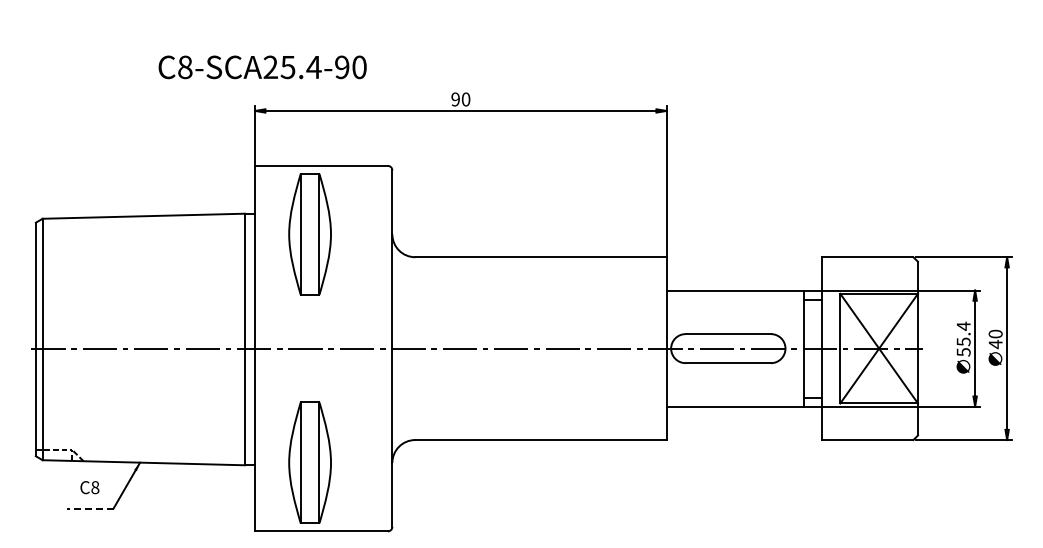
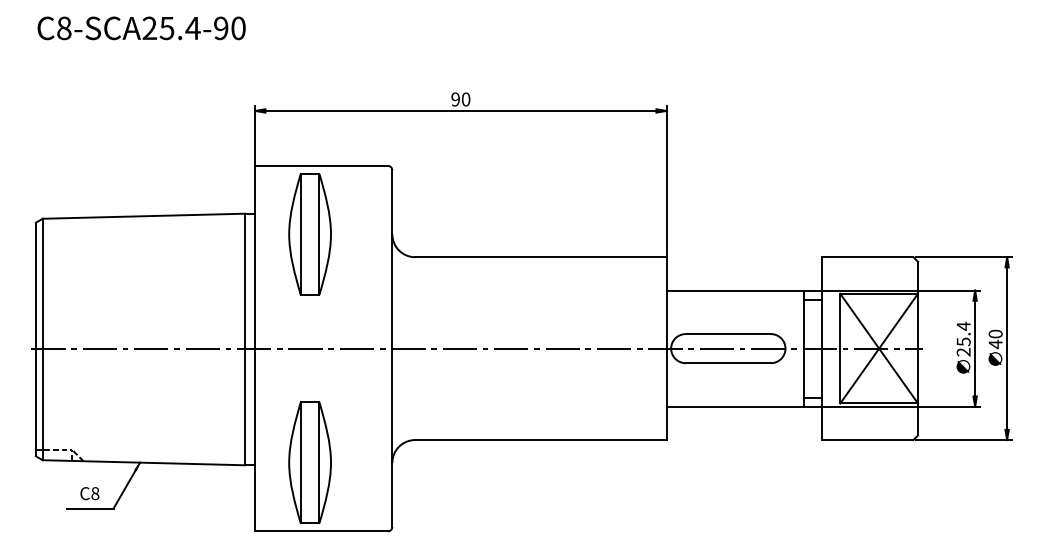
text at (262, 67) position: (262, 67) -> (141, 28)
text at (963, 352): 55.4 -> 25.4
text at (89, 487) position: (89, 487) -> (89, 493)
line at (89, 508): dashed -> solid
